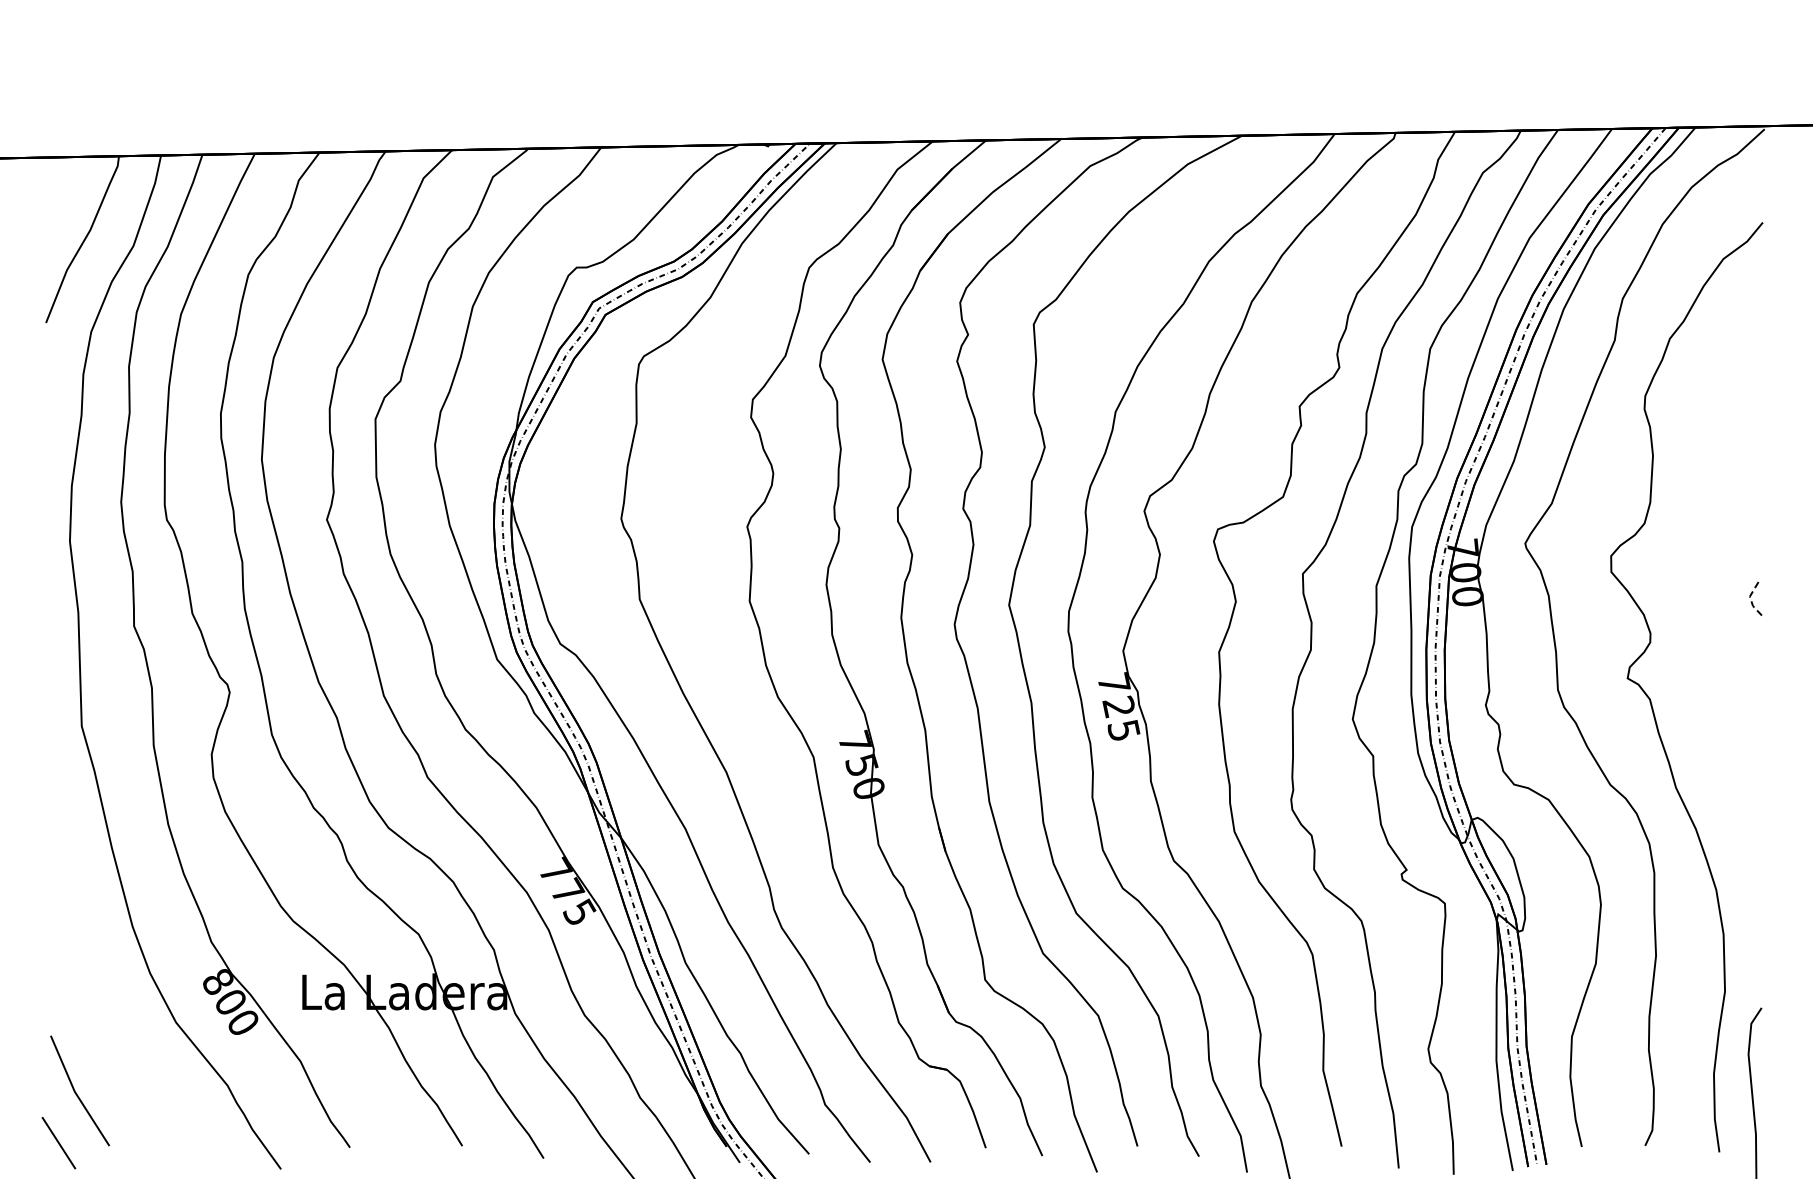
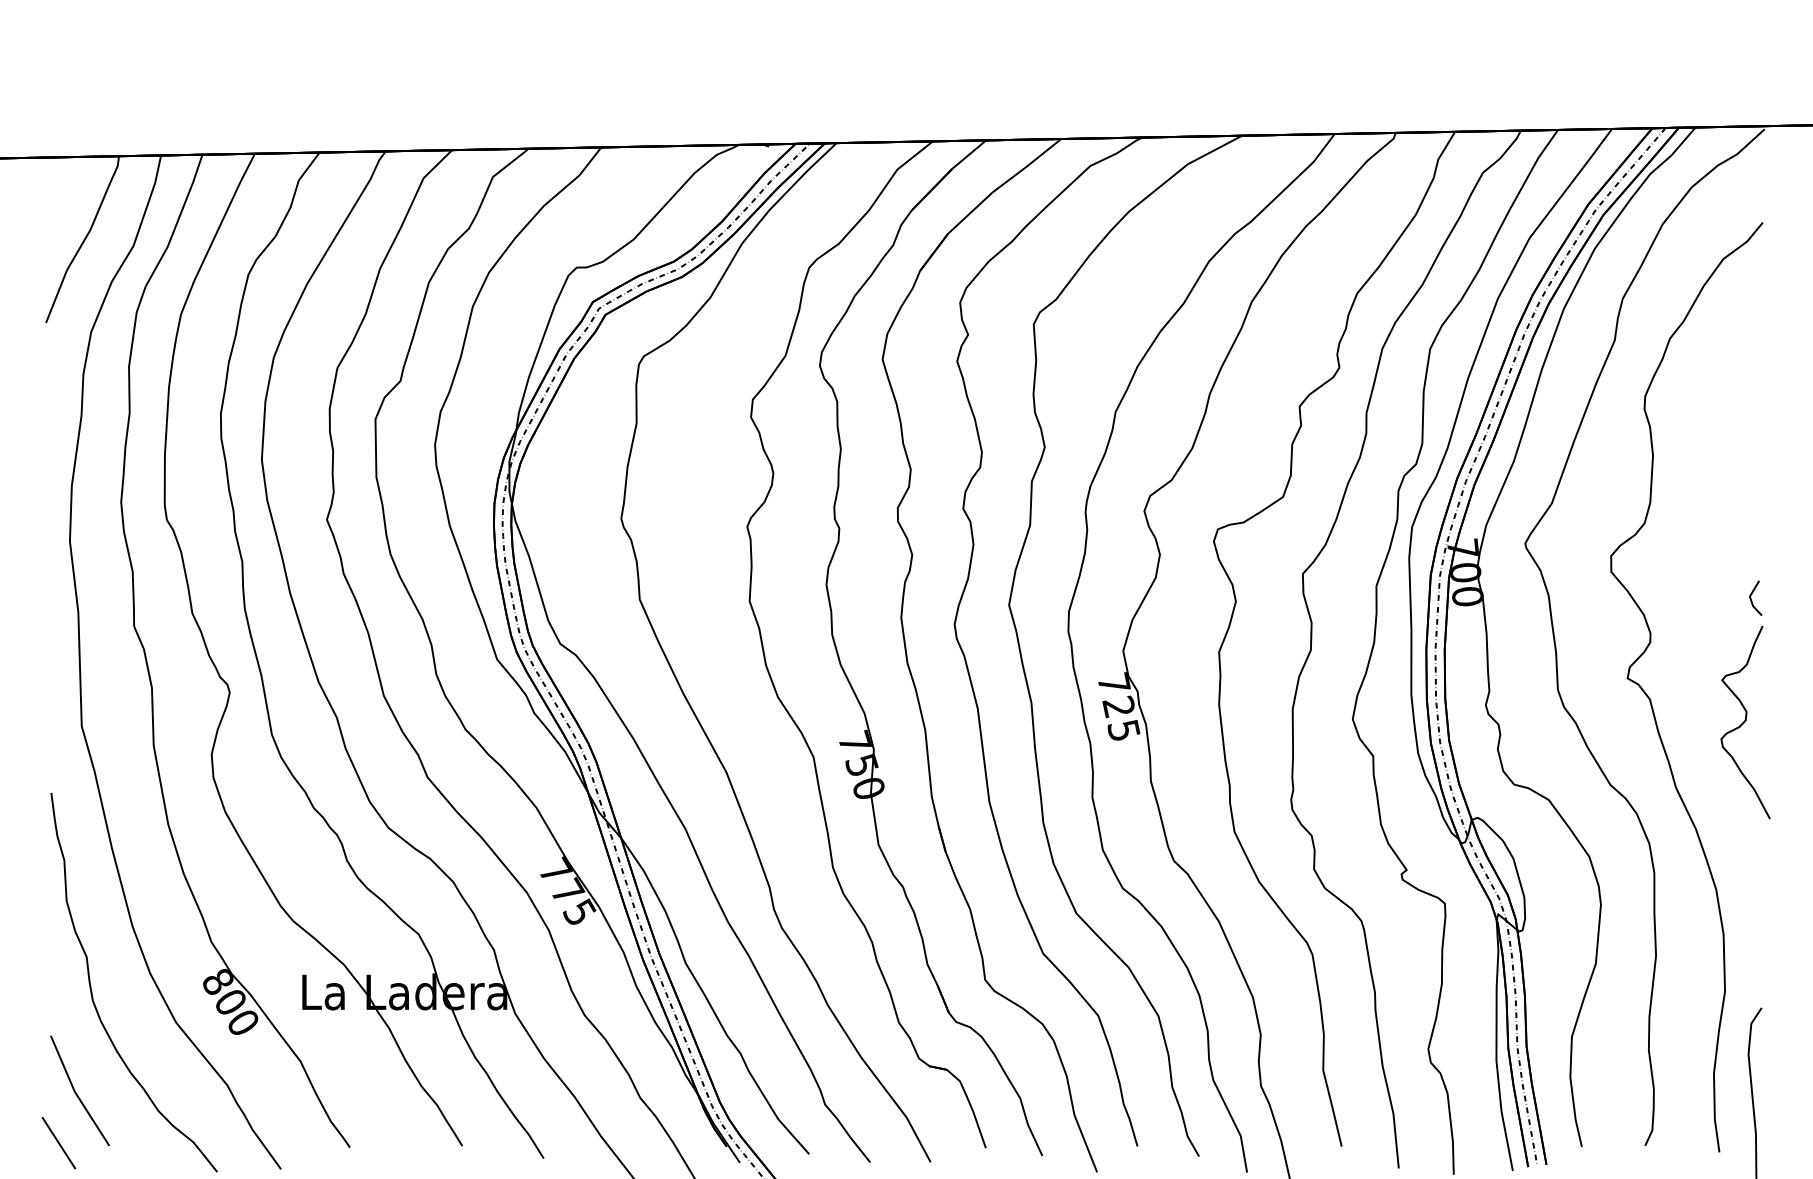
line at (1750, 598): dashed -> solid
curve at (1745, 722): none -> present
curve at (92, 991): none -> present
